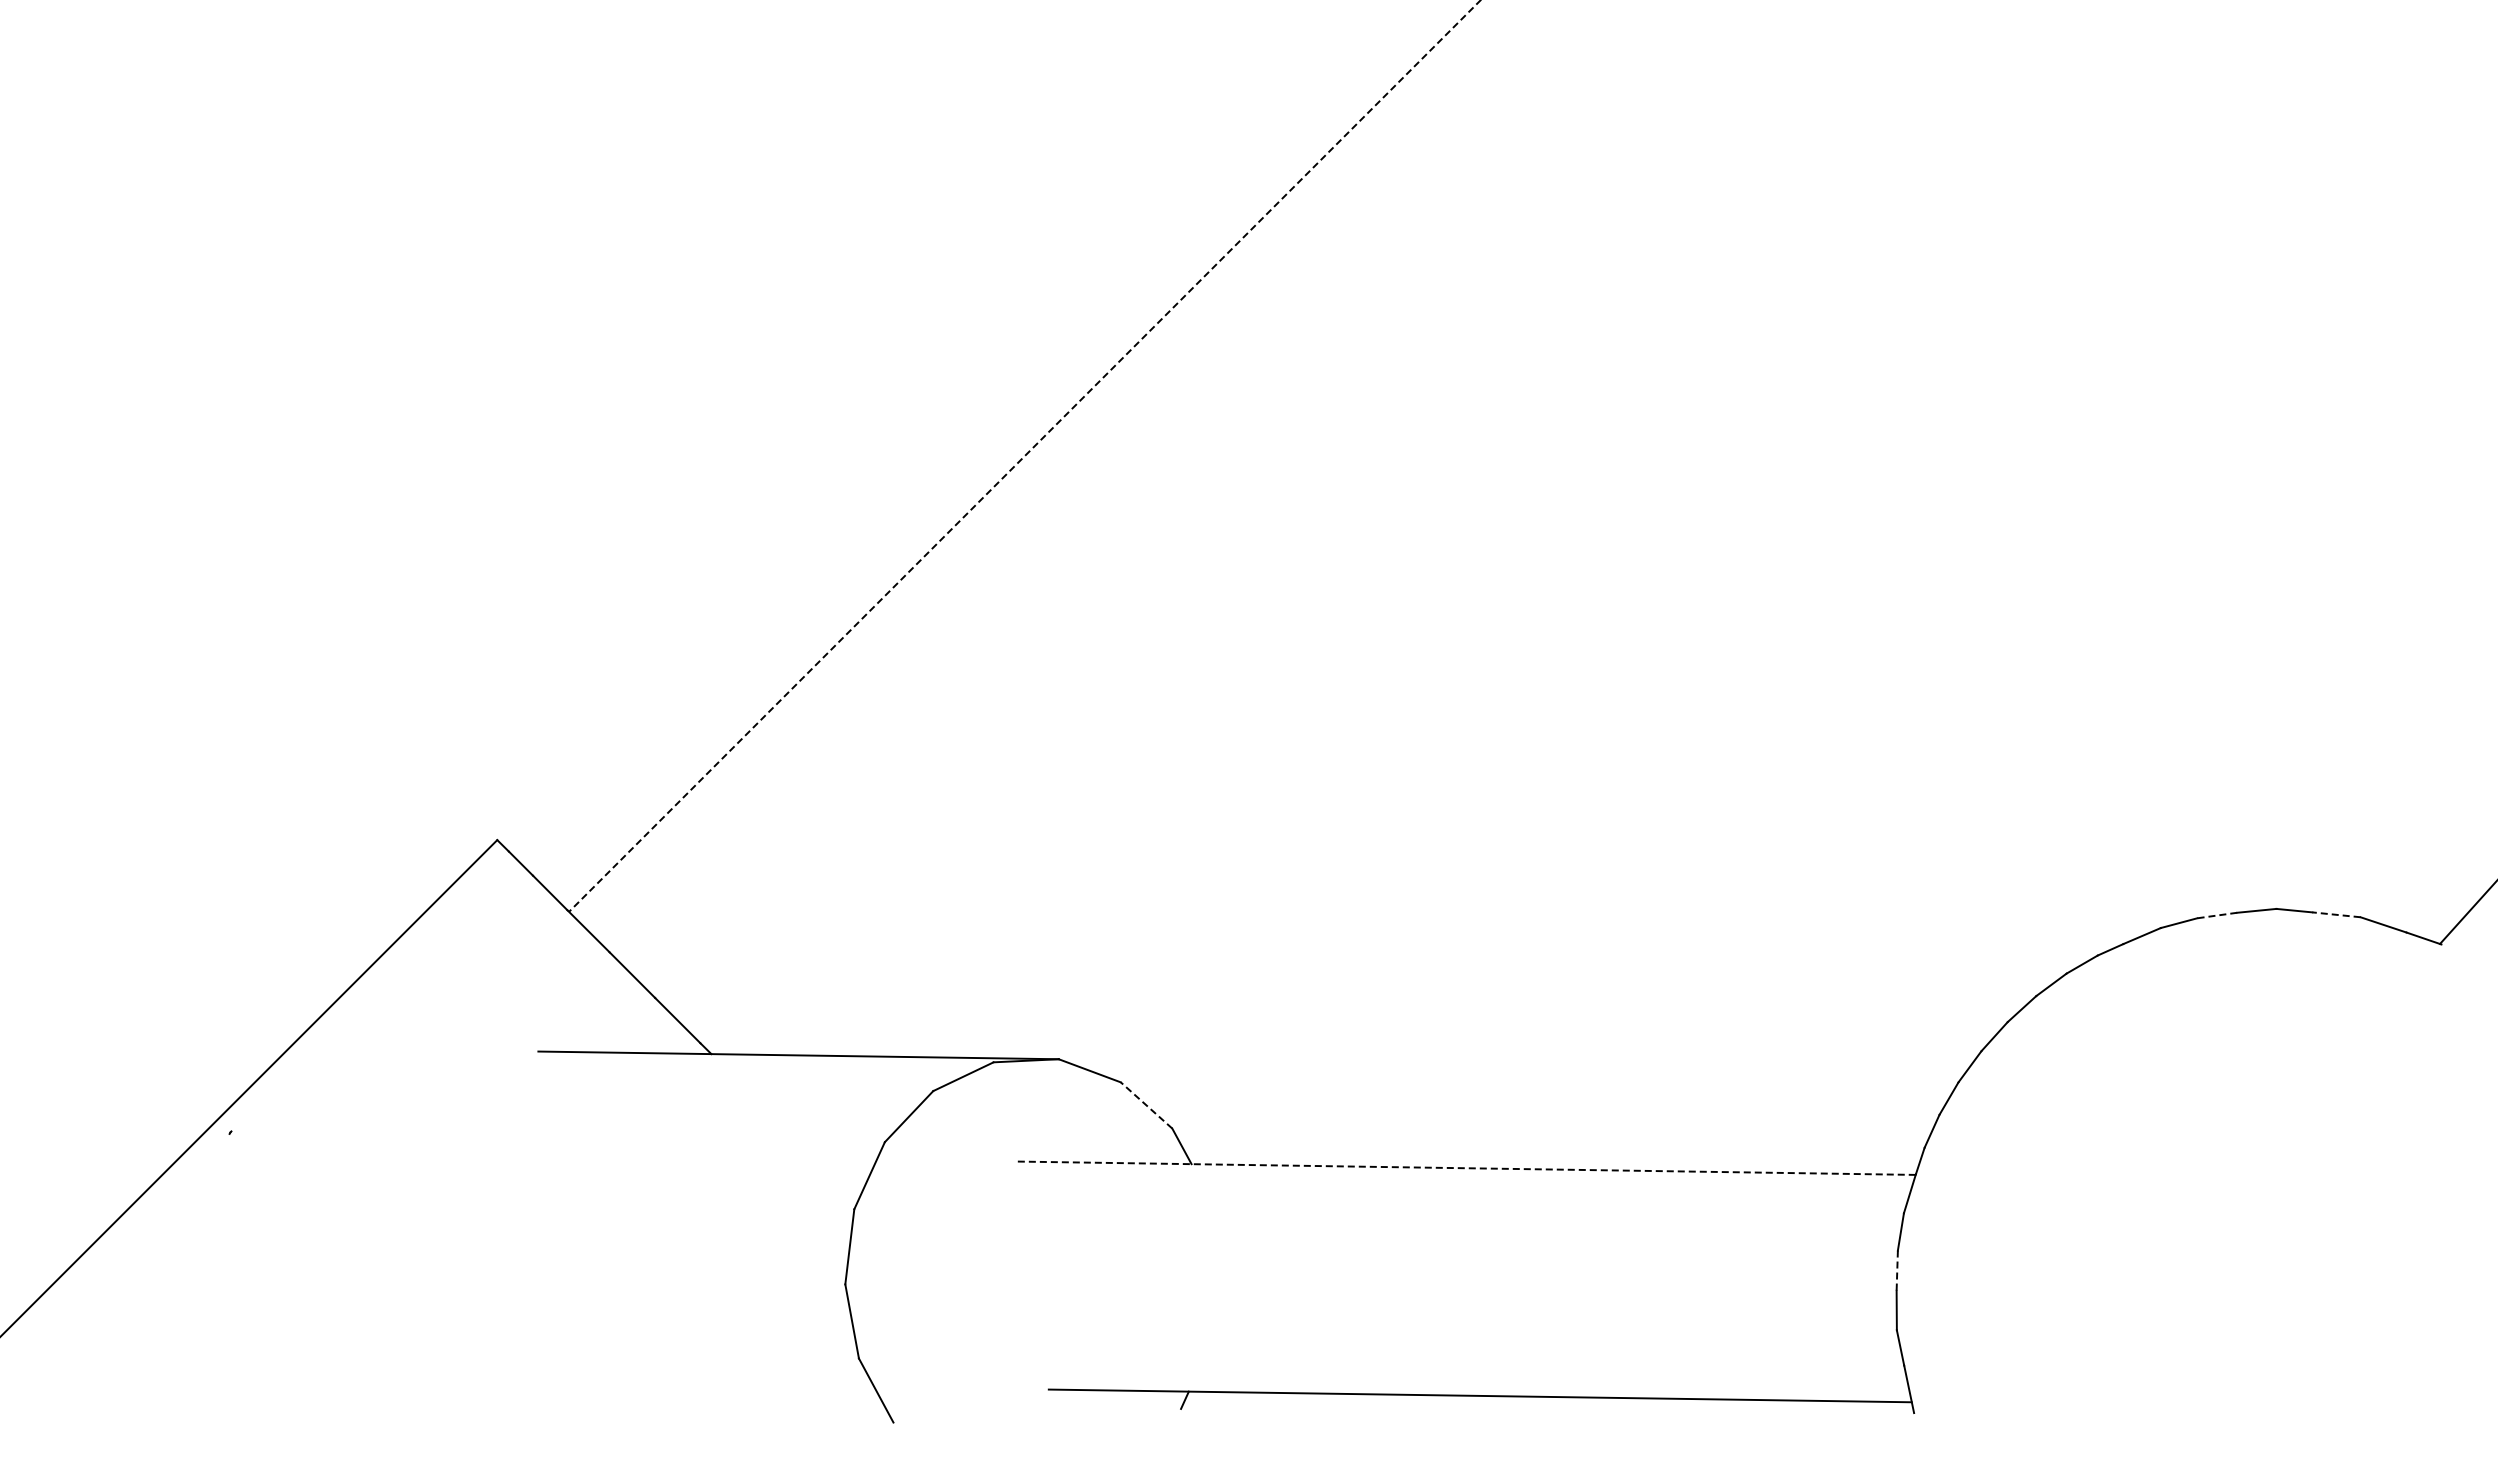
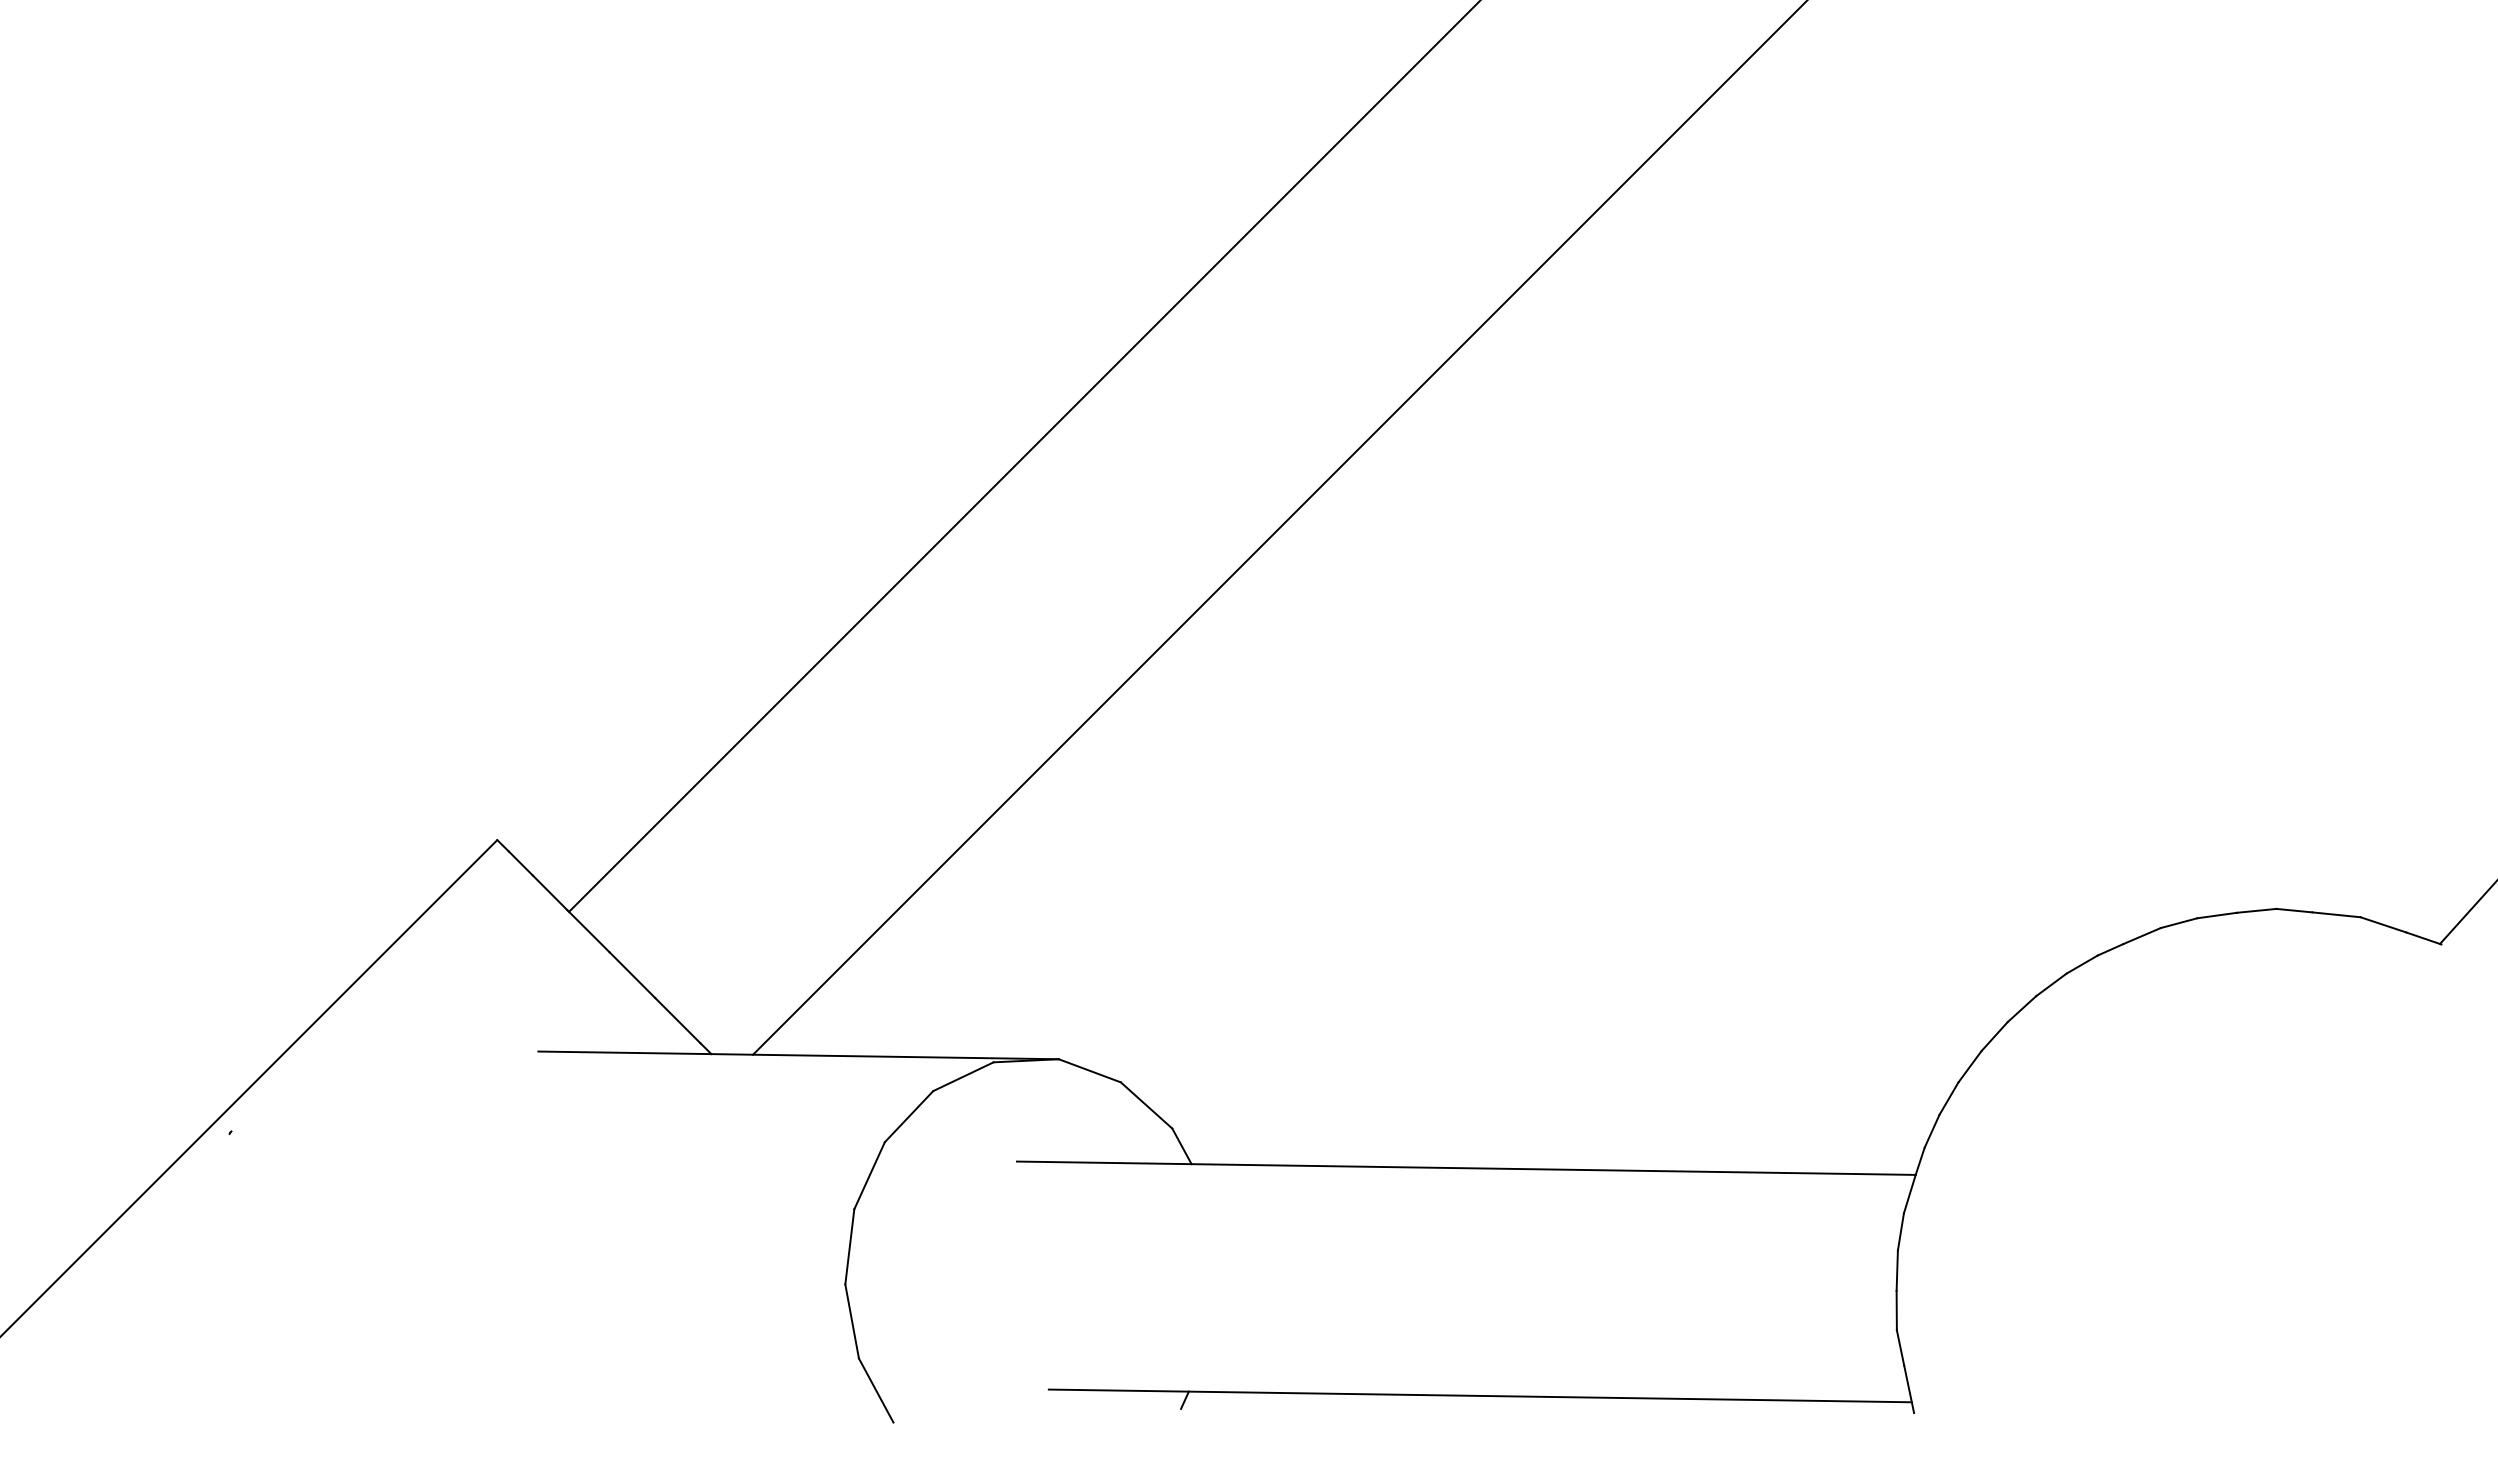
line at (1024, 456): dashed -> solid
line at (1279, 528): none -> present
line at (2335, 914): dashed -> solid
line at (2216, 915): dashed -> solid
line at (1146, 1105): dashed -> solid
line at (1465, 1168): dashed -> solid
line at (1897, 1271): dashed -> solid
